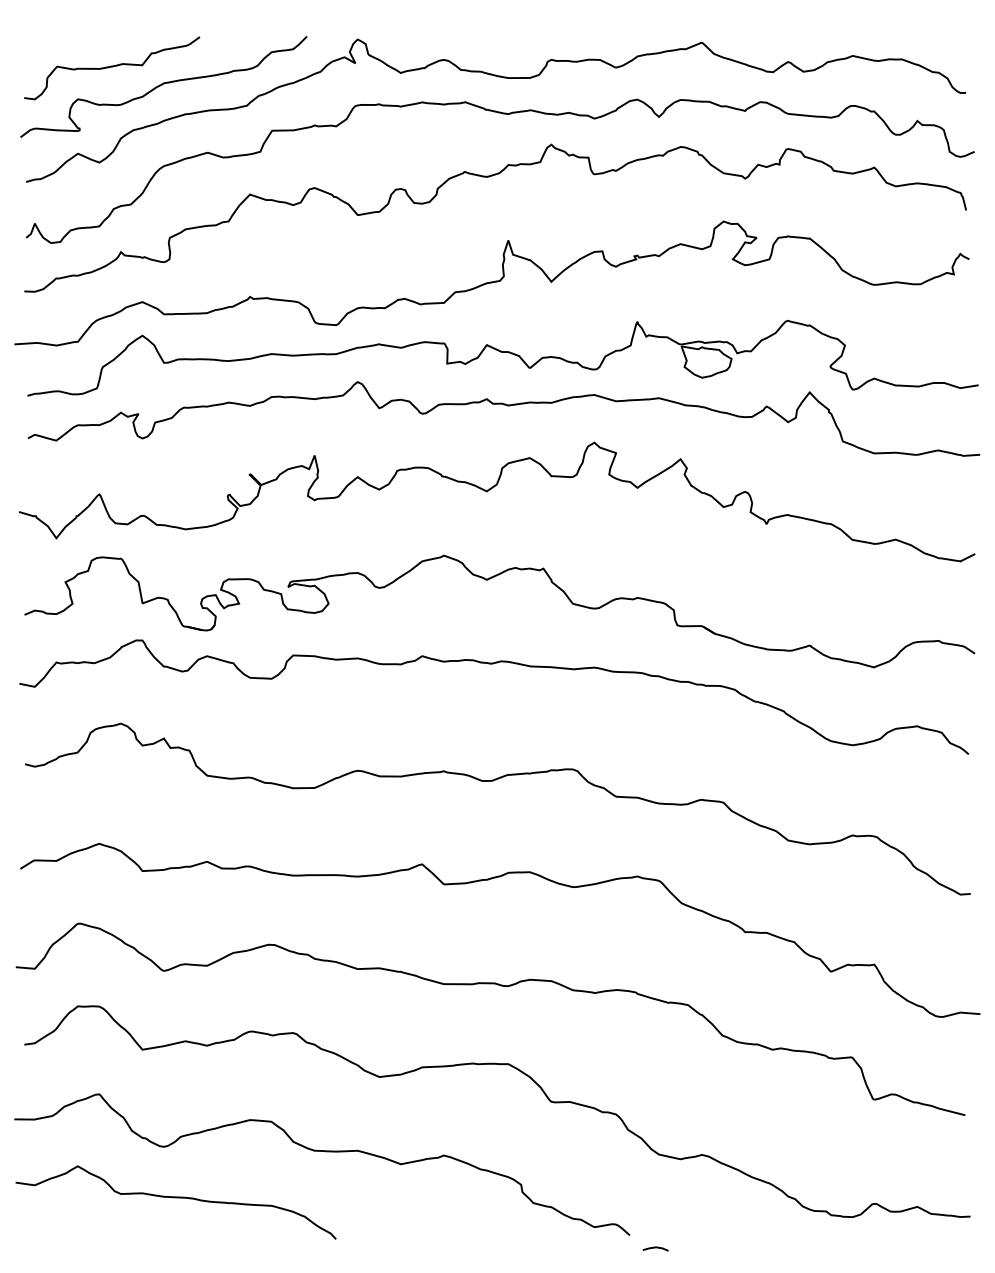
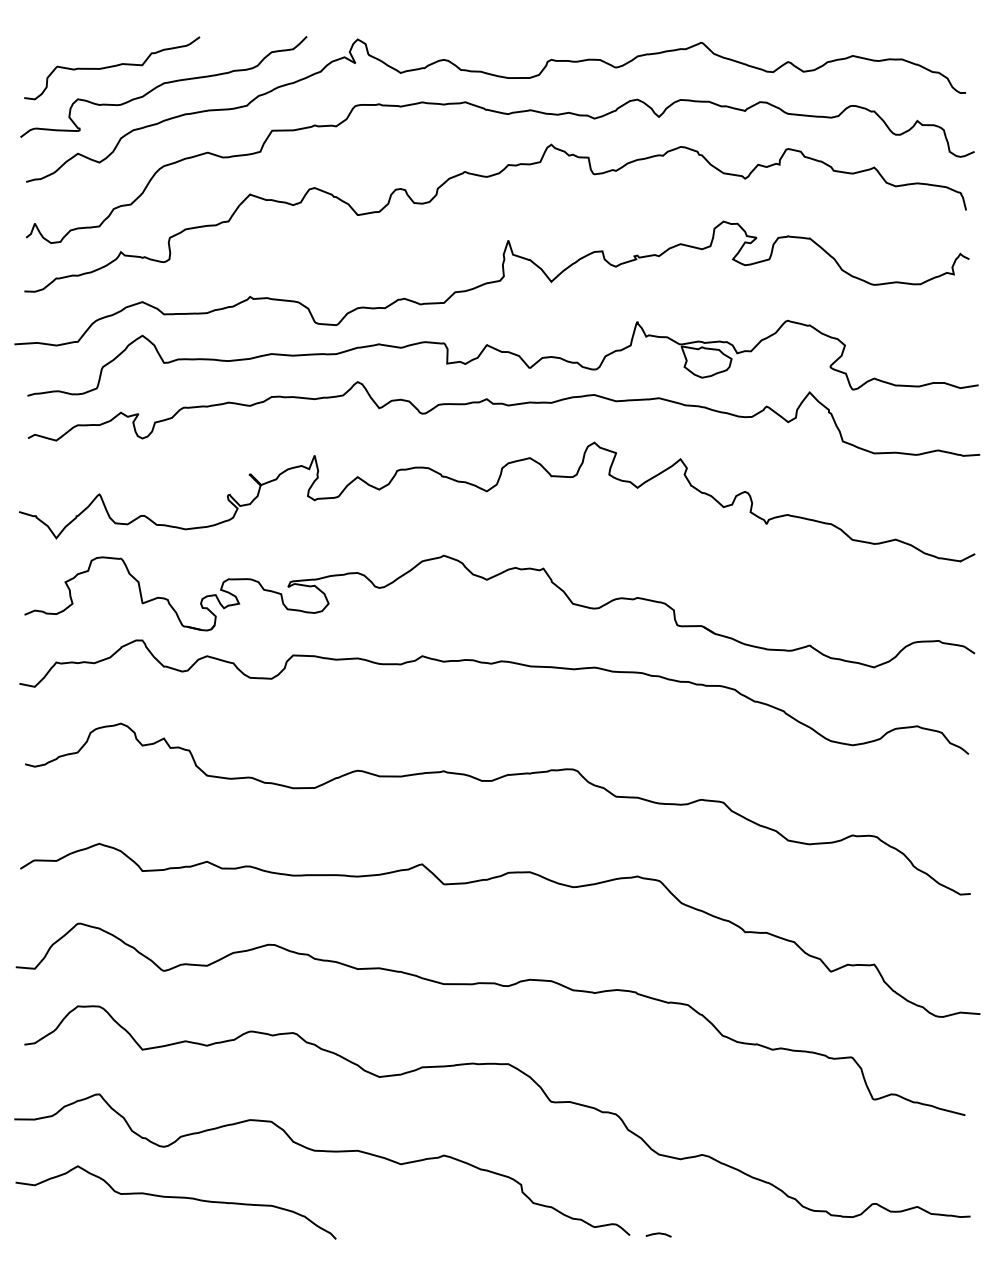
line at (655, 1248) position: (655, 1248) -> (658, 1234)
